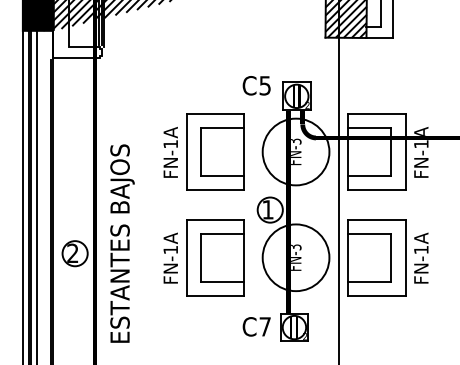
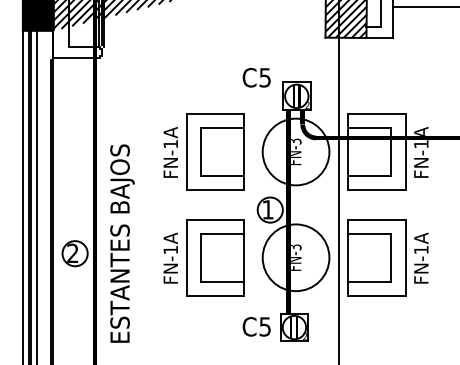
line at (424, 7): none -> present
text at (256, 85) position: (256, 85) -> (256, 77)
text at (264, 326): C7 -> C5
